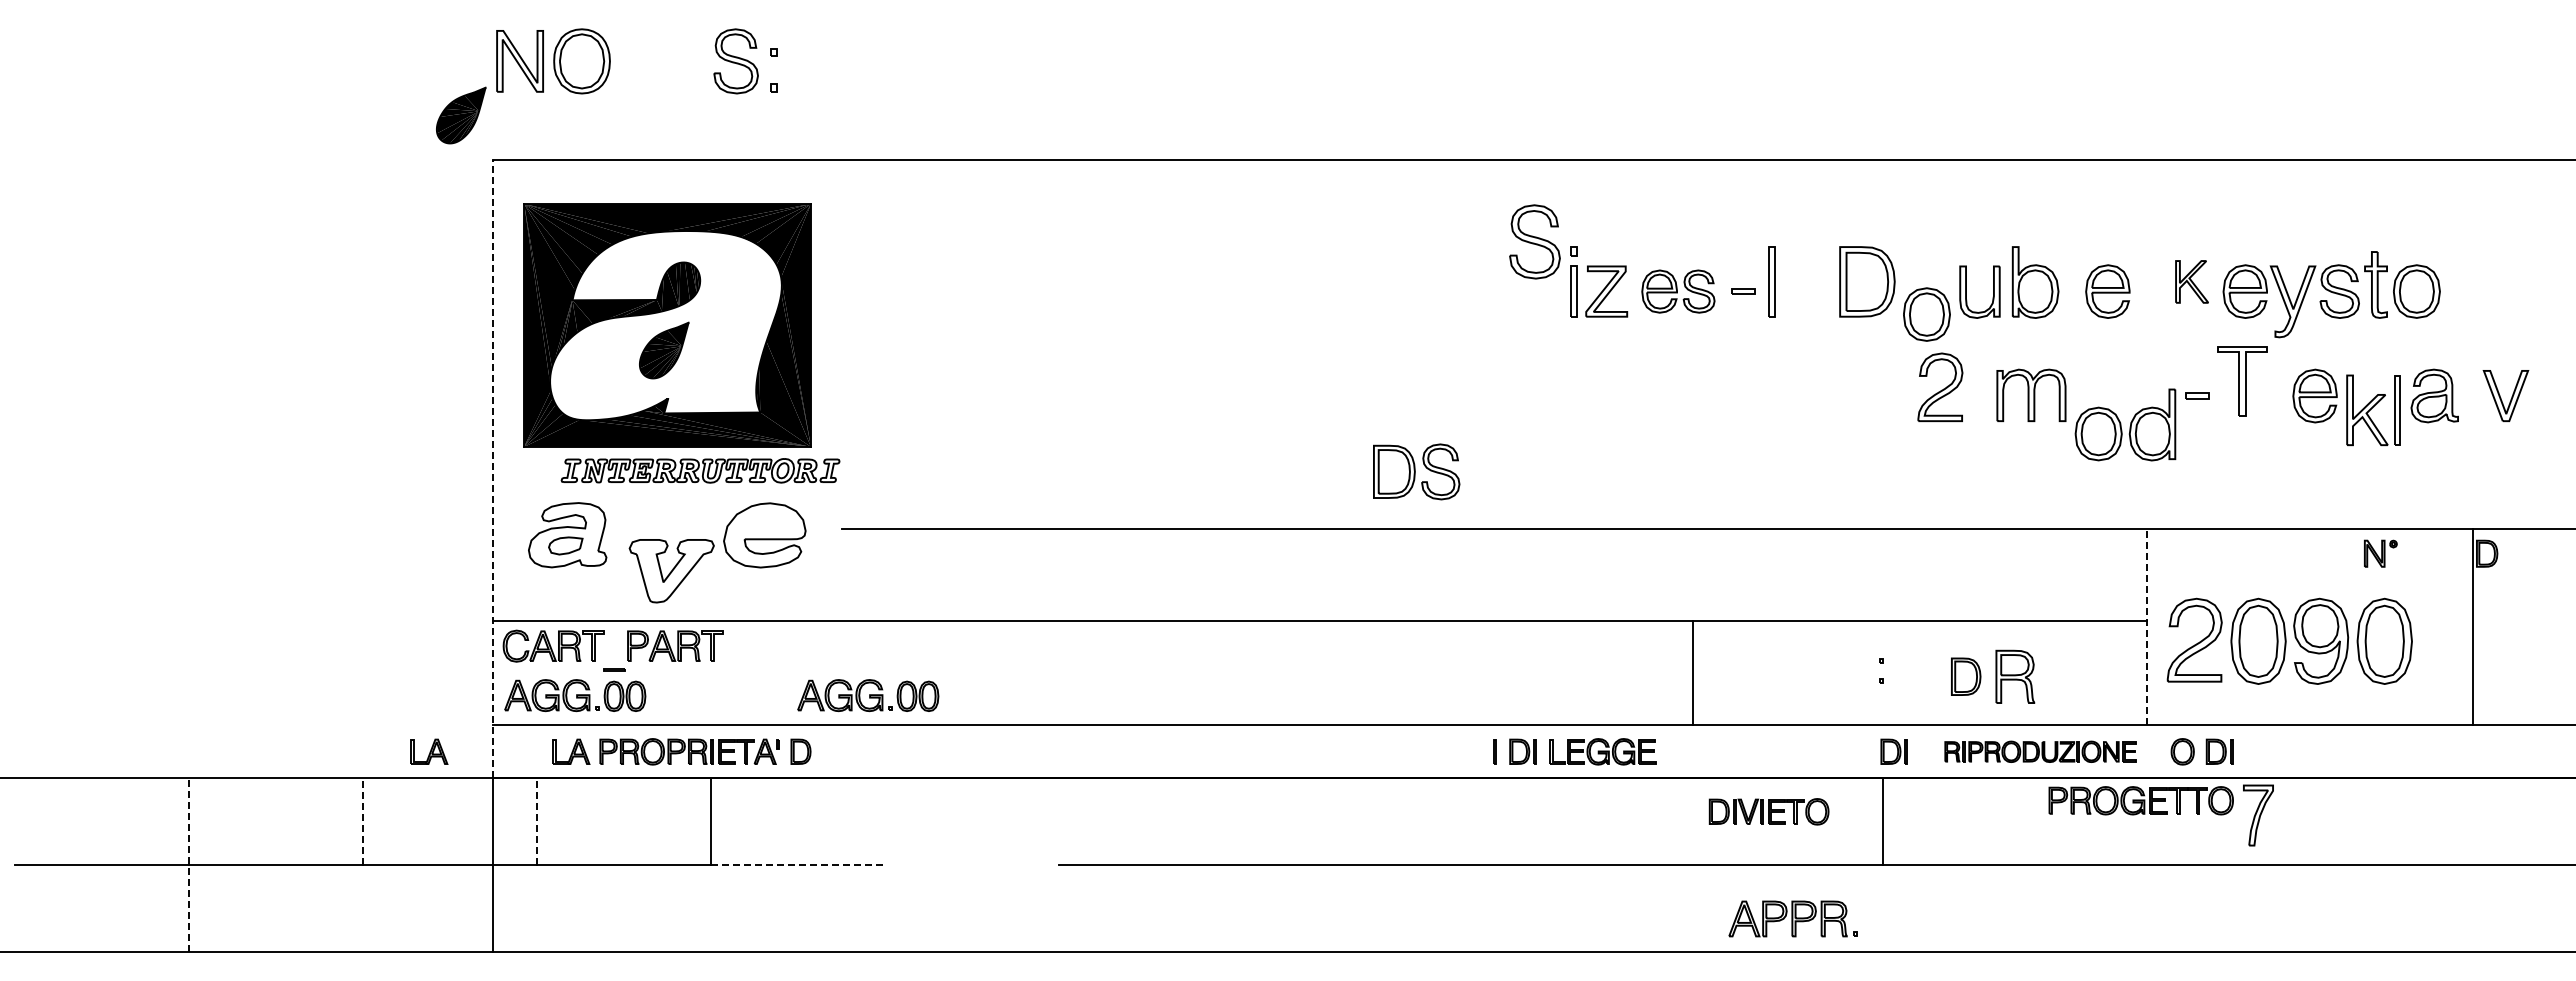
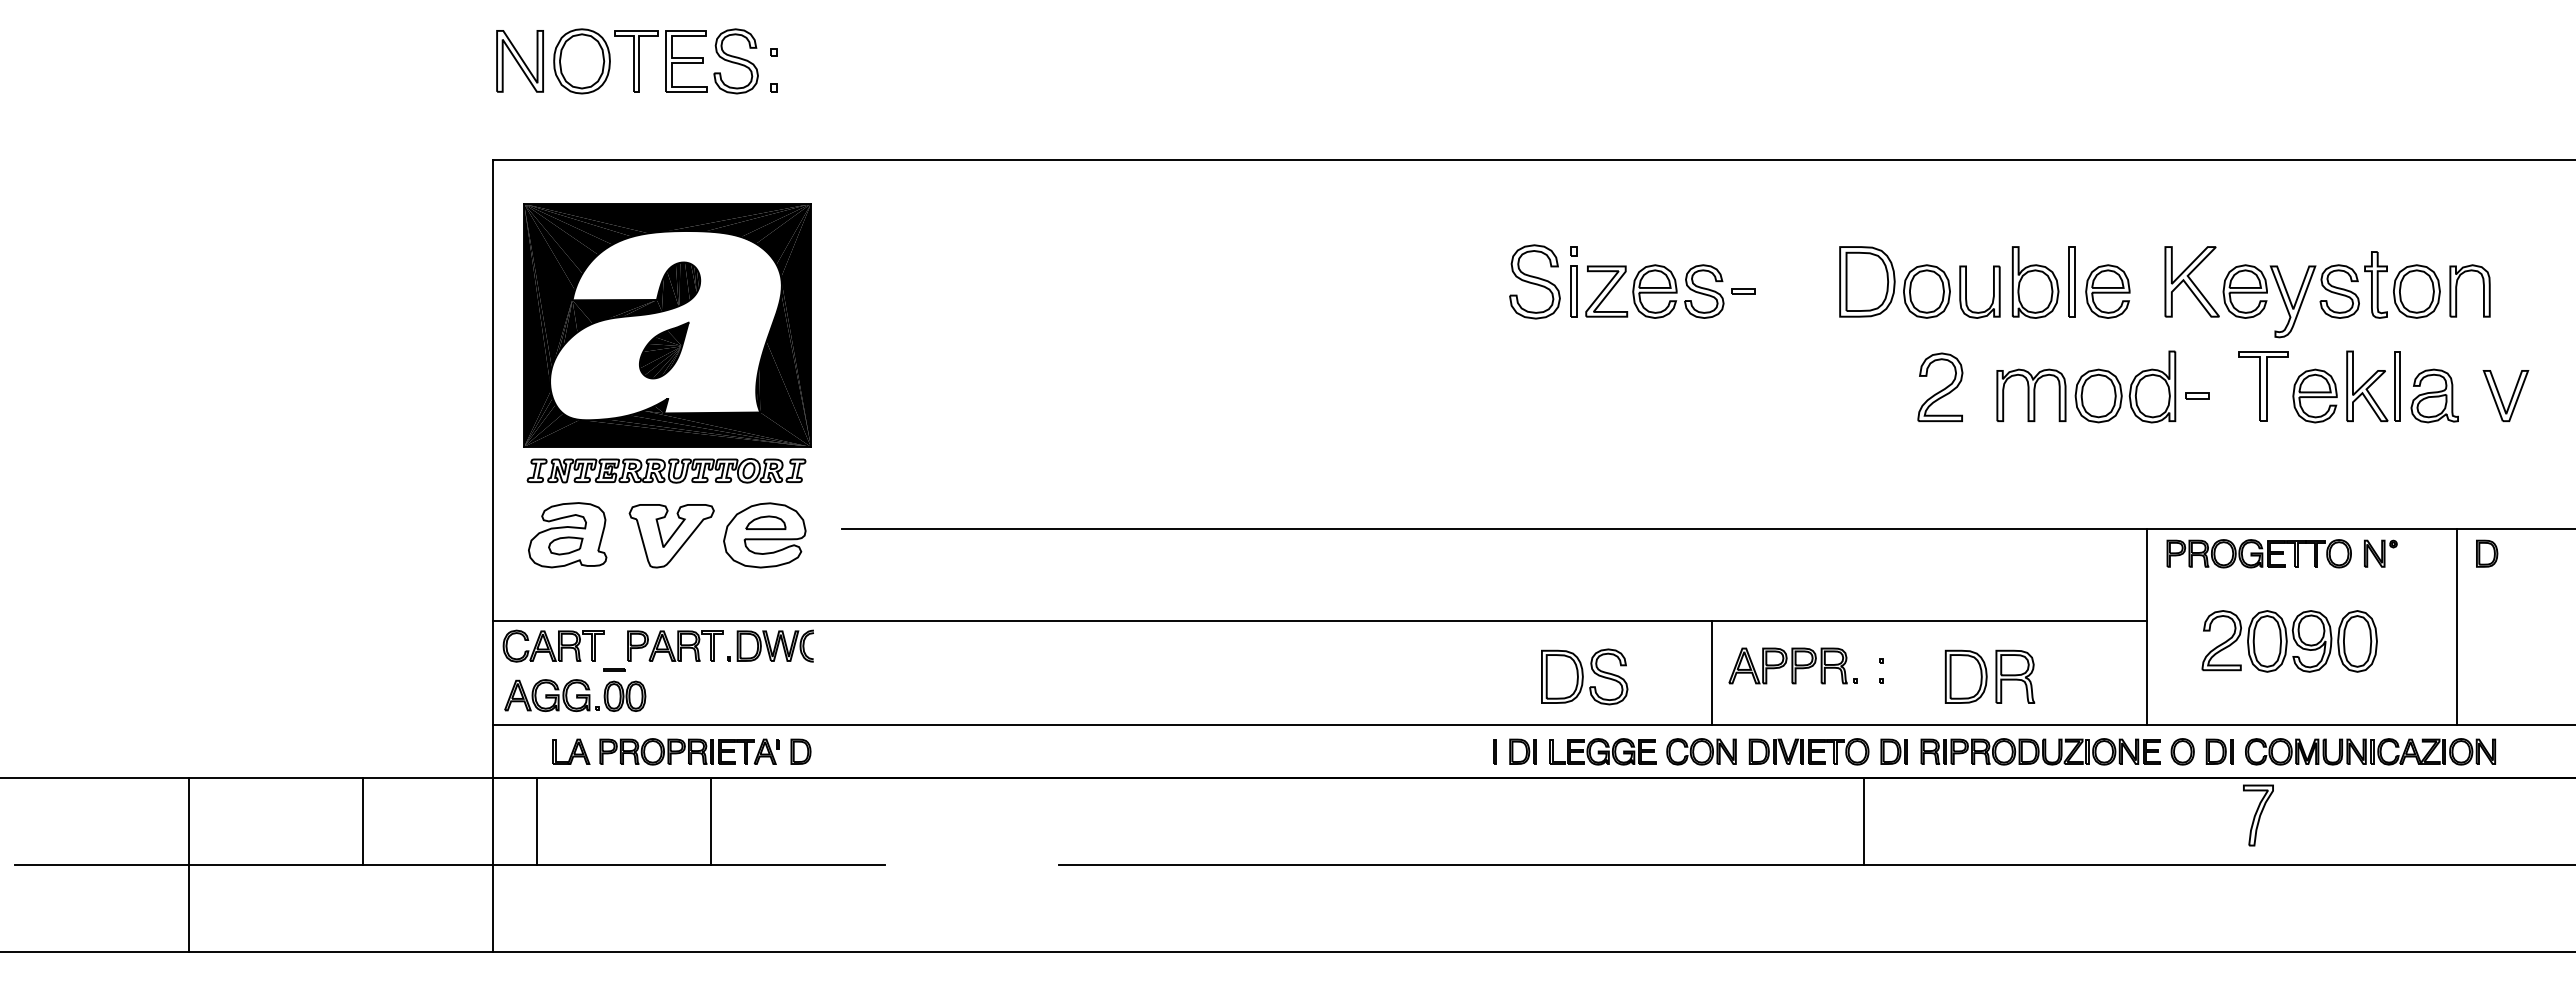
part at (660, 61): none -> present
part at (461, 115): present -> none
part at (1534, 241) position: (1534, 241) -> (1534, 281)
part at (1771, 281) position: (1771, 281) -> (2071, 281)
part at (2191, 281) size: 34x44 px -> 56x72 px
part at (2457, 290): none -> present
part at (1678, 291) size: 75x45 px -> 93x55 px
part at (1926, 314) position: (1926, 314) -> (1926, 291)
part at (2242, 381) position: (2242, 381) -> (2263, 386)
part at (2373, 410) position: (2373, 410) -> (2373, 386)
part at (2125, 424) position: (2125, 424) -> (2125, 386)
line at (493, 468): dashed -> solid
part at (700, 470) position: (700, 470) -> (666, 470)
part at (1416, 471) position: (1416, 471) -> (1584, 676)
part at (765, 522): none -> present
part at (671, 571) position: (671, 571) -> (671, 536)
line at (2147, 626): dashed -> solid
line at (2472, 626) position: (2472, 626) -> (2456, 626)
part at (2289, 640) size: 247x88 px -> 177x63 px
part at (770, 645): none -> present
line at (1693, 672) position: (1693, 672) -> (1712, 672)
part at (1966, 676) size: 31x39 px -> 44x55 px
part at (868, 695): present -> none
part at (429, 751): present -> none
part at (1701, 751): none -> present
part at (2040, 751) size: 193x23 px -> 241x28 px
part at (2370, 751): none -> present
part at (2140, 800) position: (2140, 800) -> (2258, 553)
part at (1768, 811) position: (1768, 811) -> (1808, 751)
line at (1883, 820) position: (1883, 820) -> (1864, 820)
line at (362, 821): dashed -> solid
line at (537, 821): dashed -> solid
line at (188, 864): dashed -> solid
line at (798, 864): dashed -> solid
part at (1792, 918) position: (1792, 918) -> (1792, 665)
